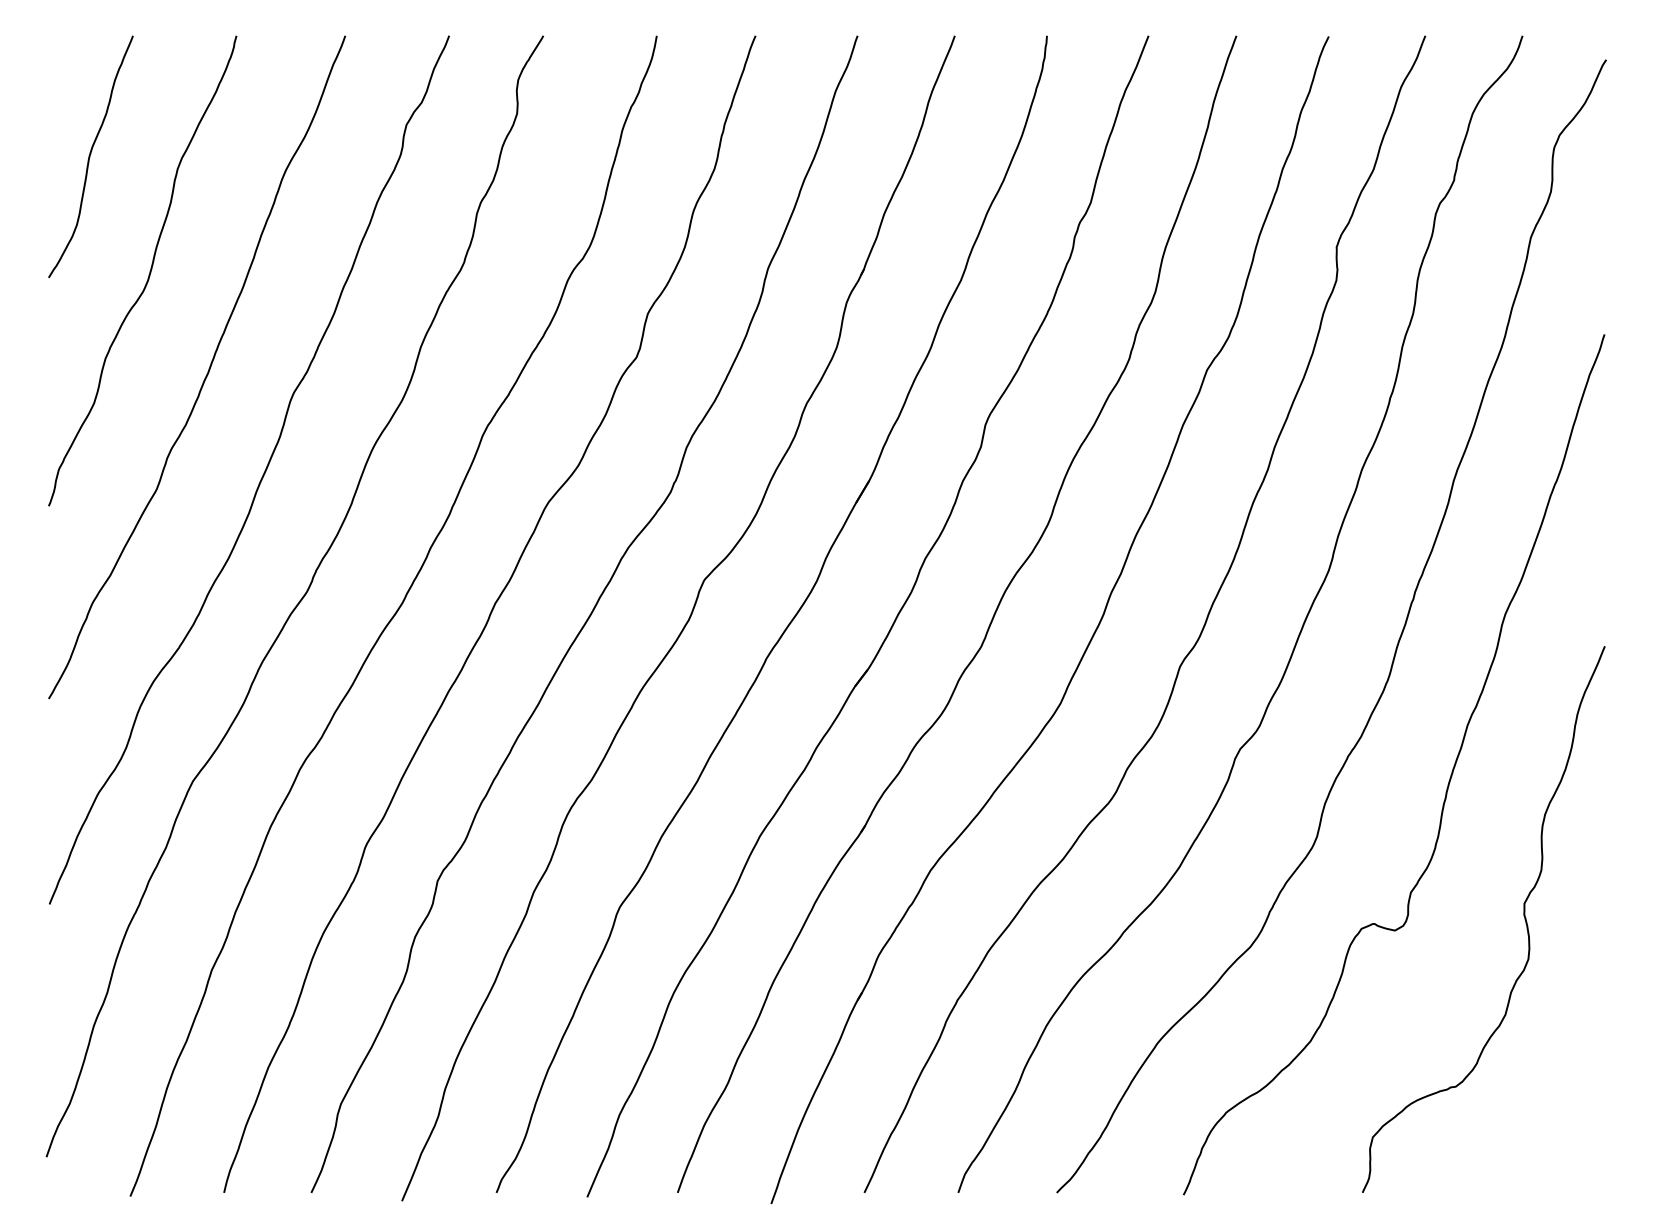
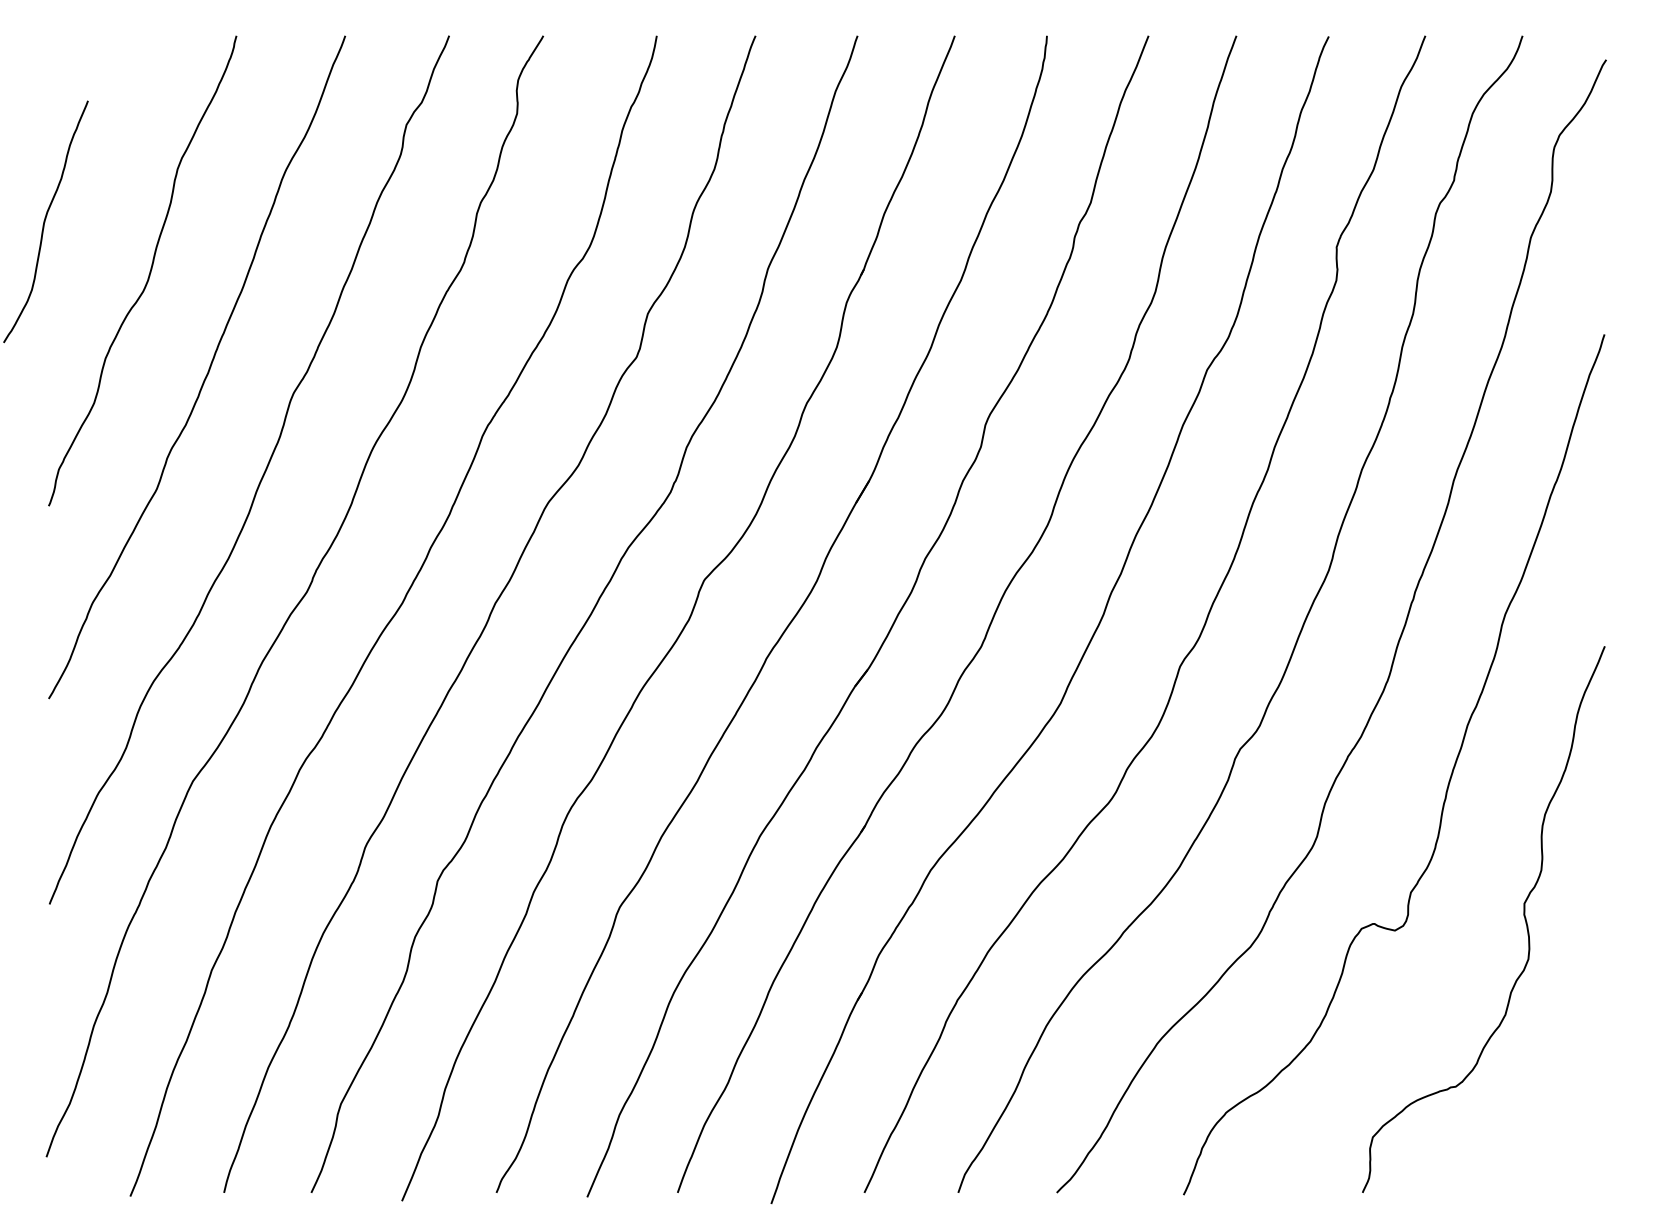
curve at (90, 156) position: (90, 156) -> (45, 221)
